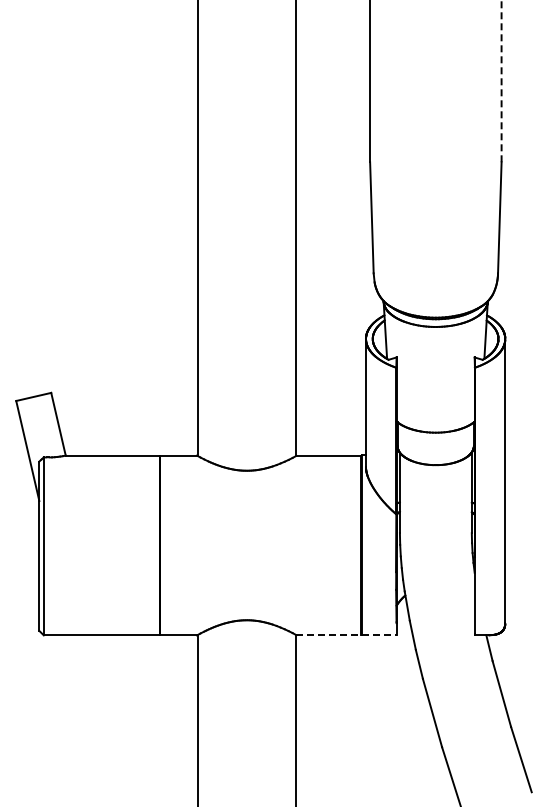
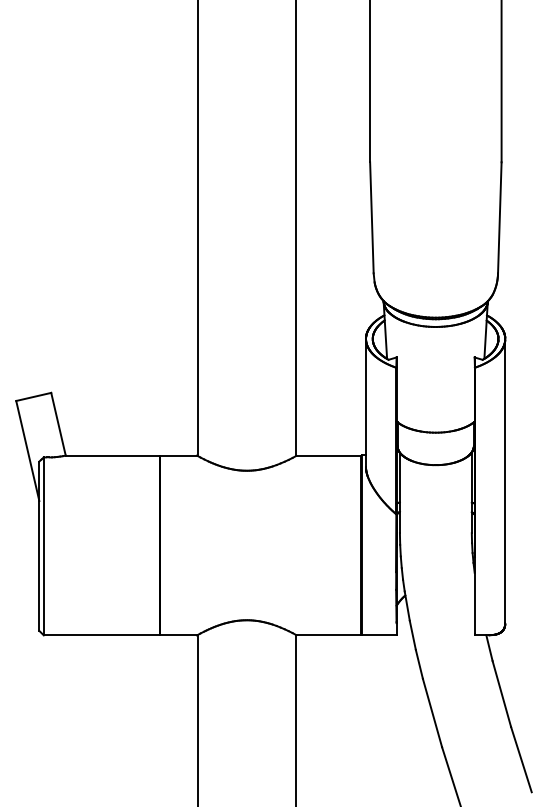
line at (501, 81): dashed -> solid
line at (347, 635): dashed -> solid
